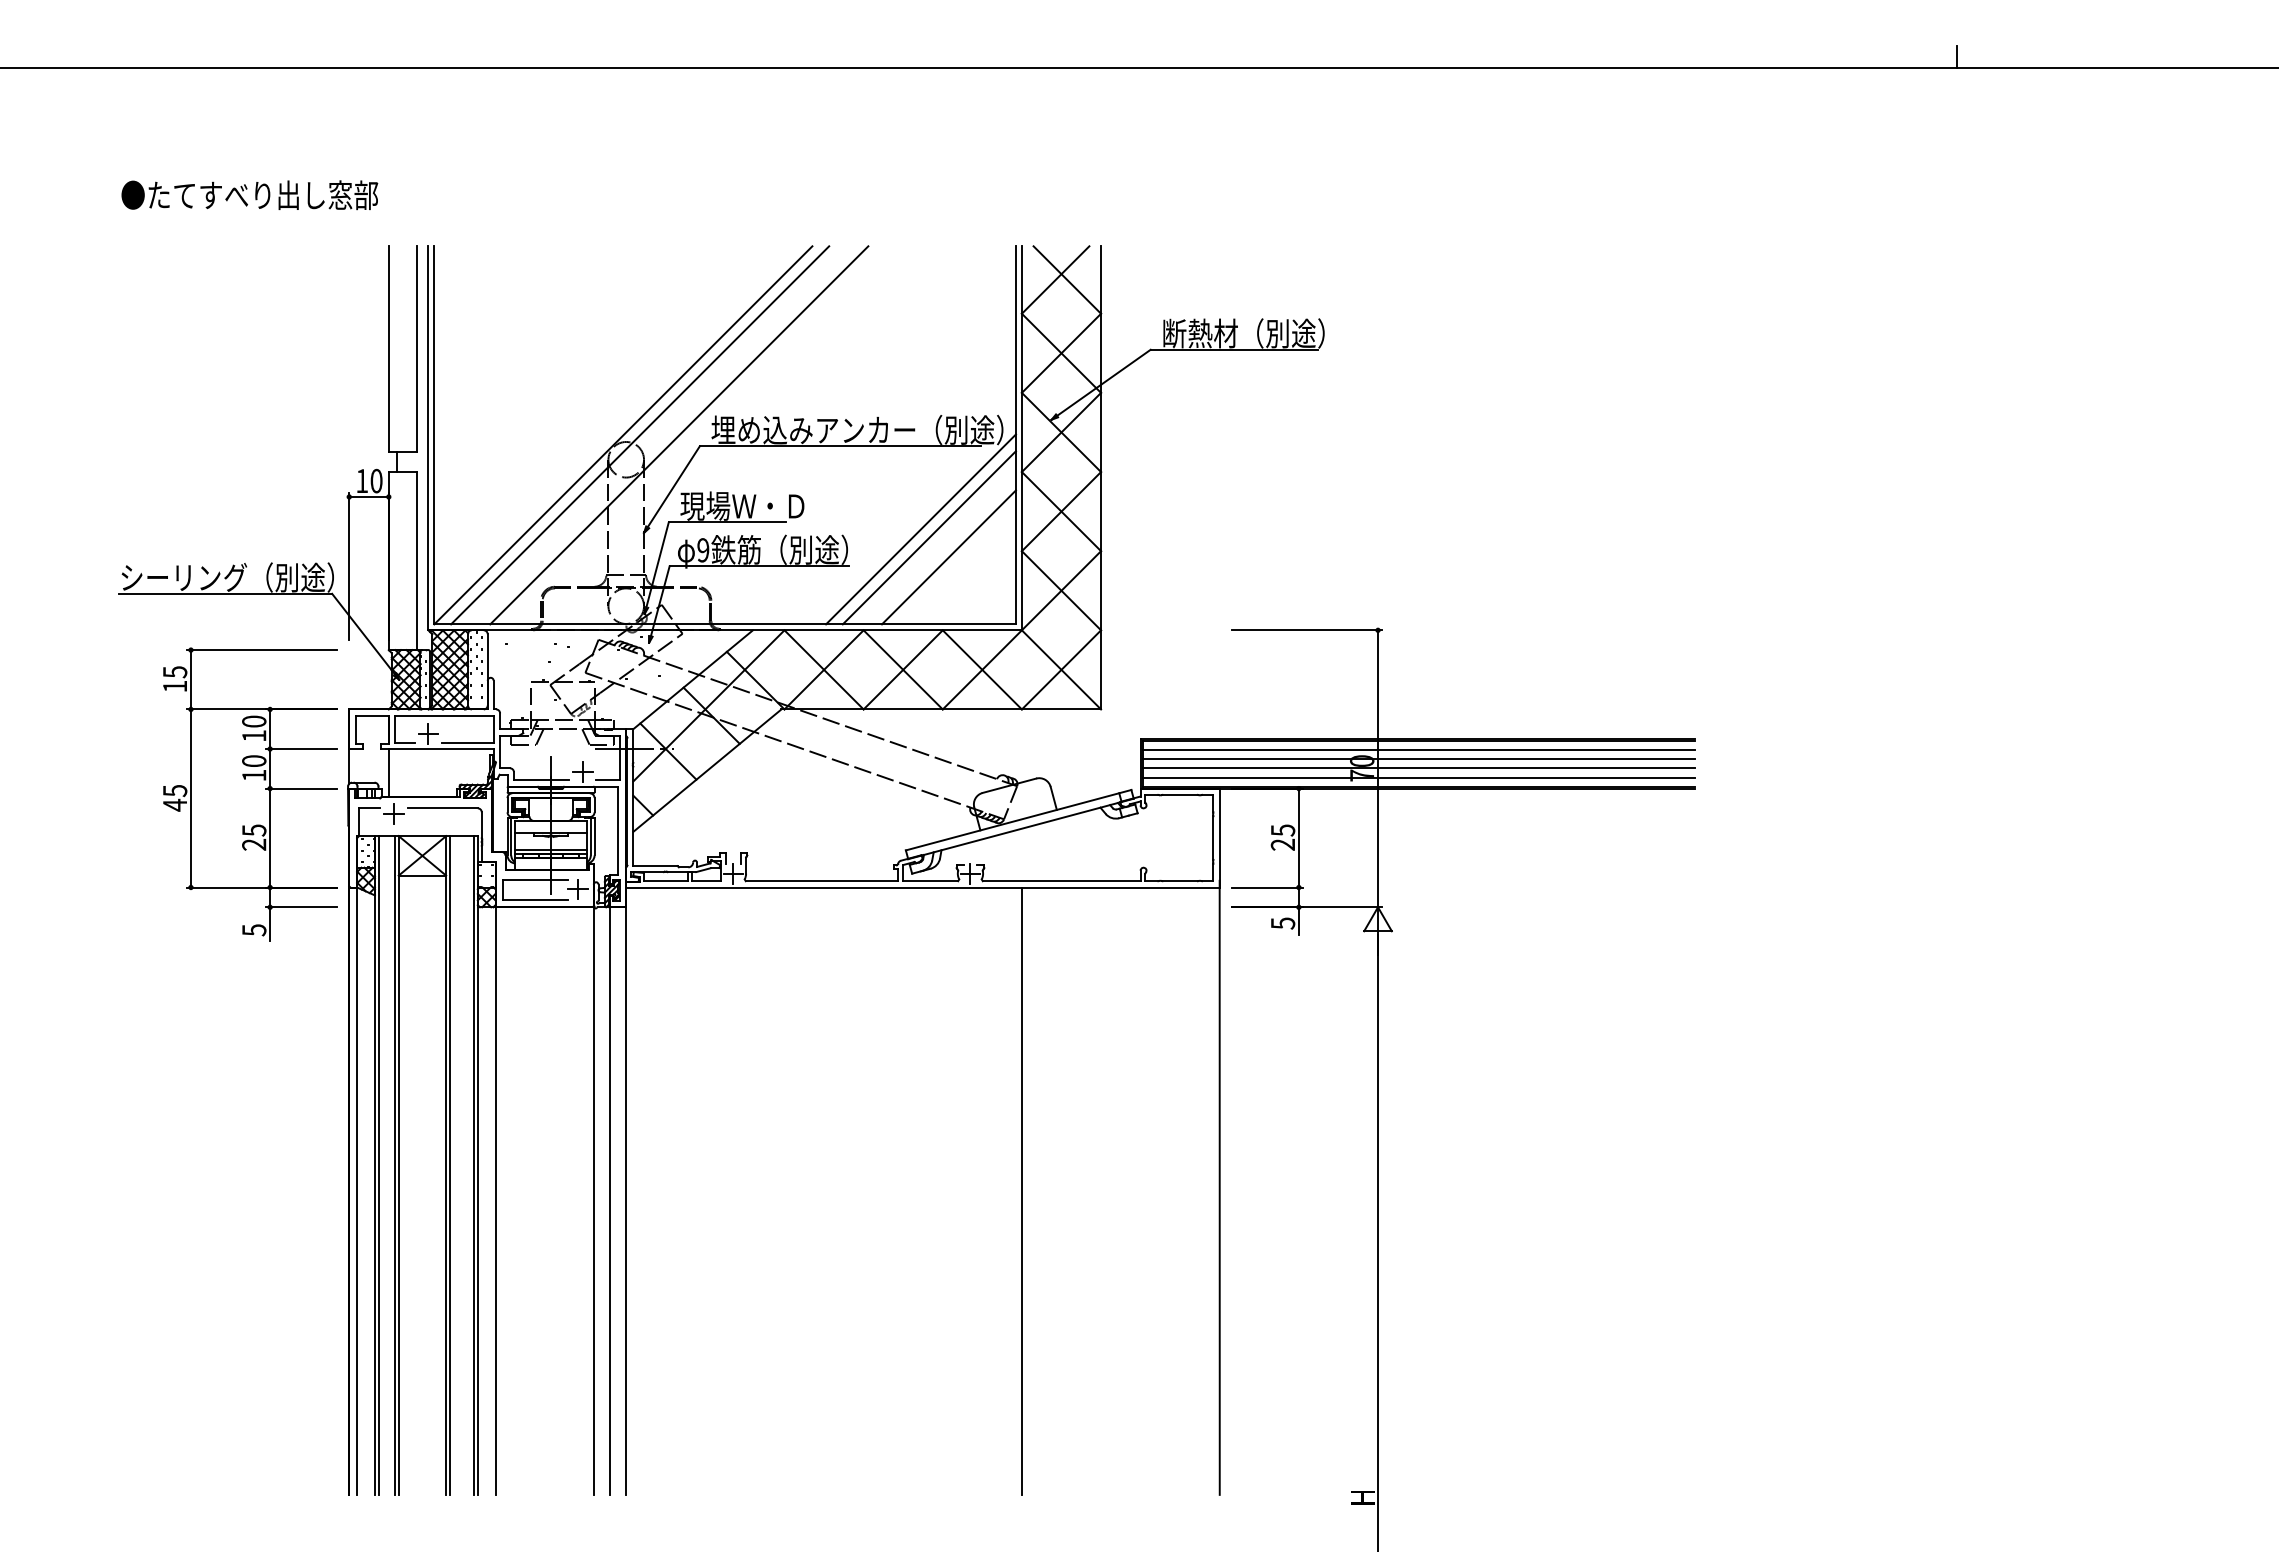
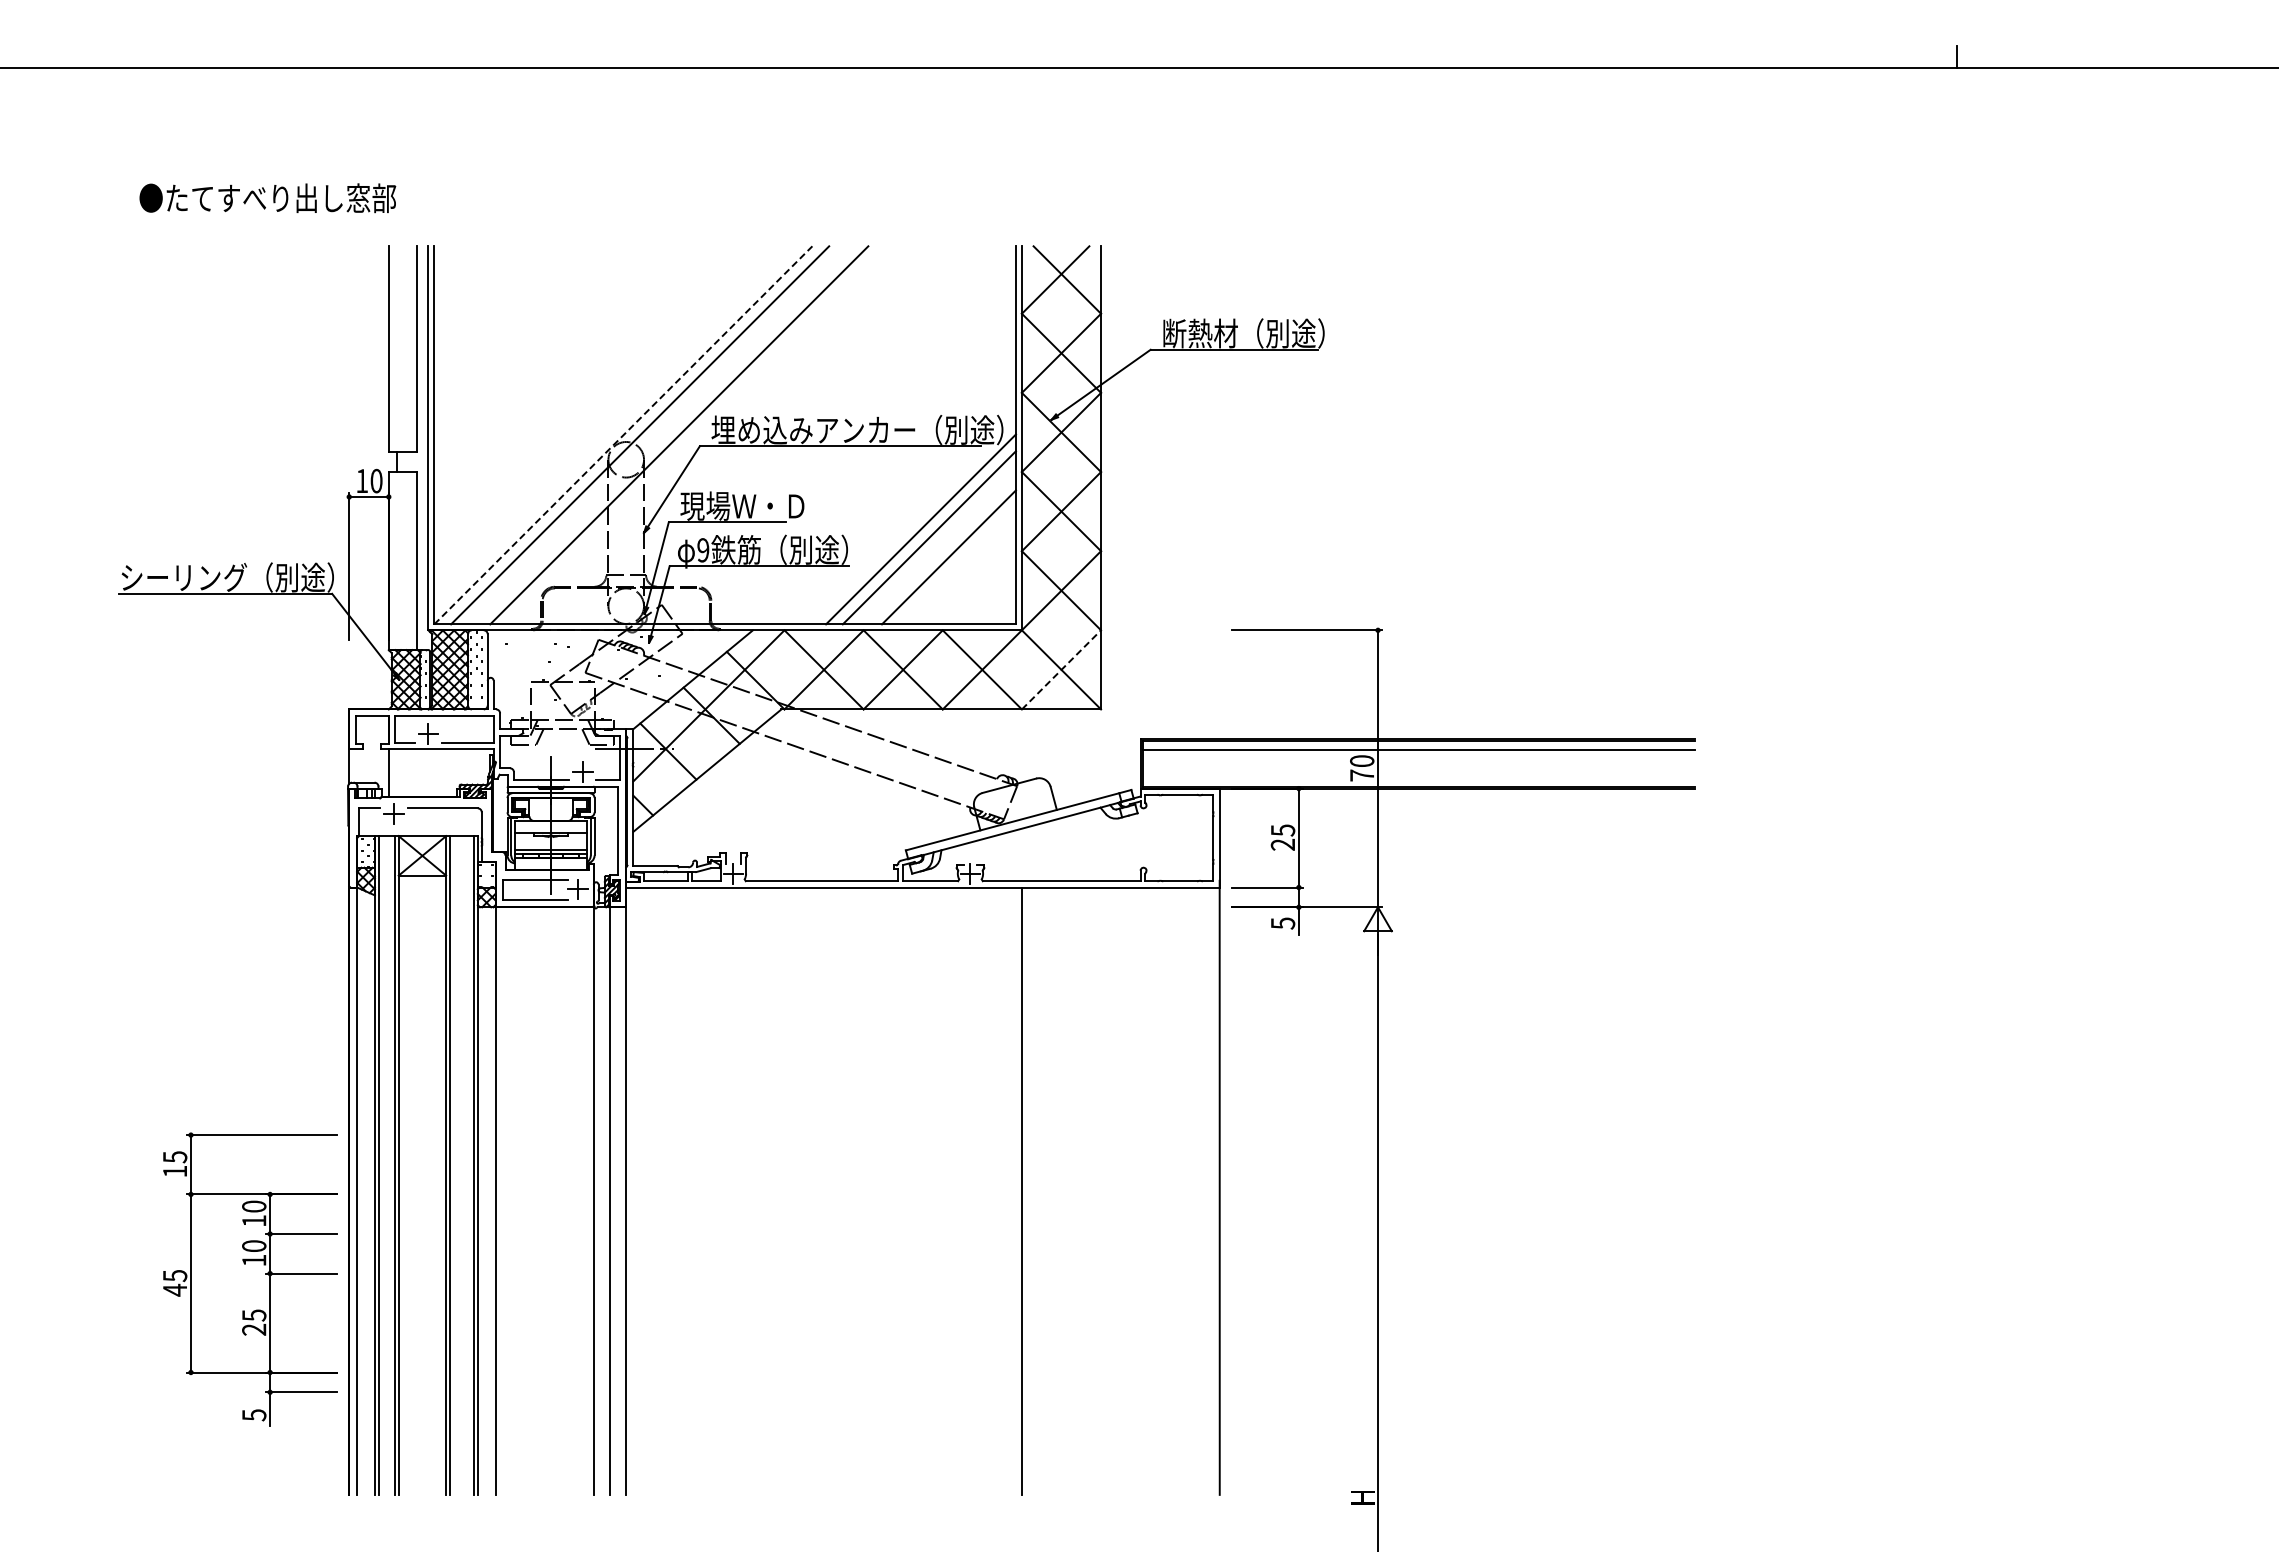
text at (249, 195) position: (249, 195) -> (267, 198)
line at (623, 434): solid -> dashed
line at (1061, 669): solid -> dashed
line at (1418, 759): present -> none
line at (1418, 768): present -> none
line at (1418, 777): present -> none
part at (250, 794) position: (250, 794) -> (250, 1279)
